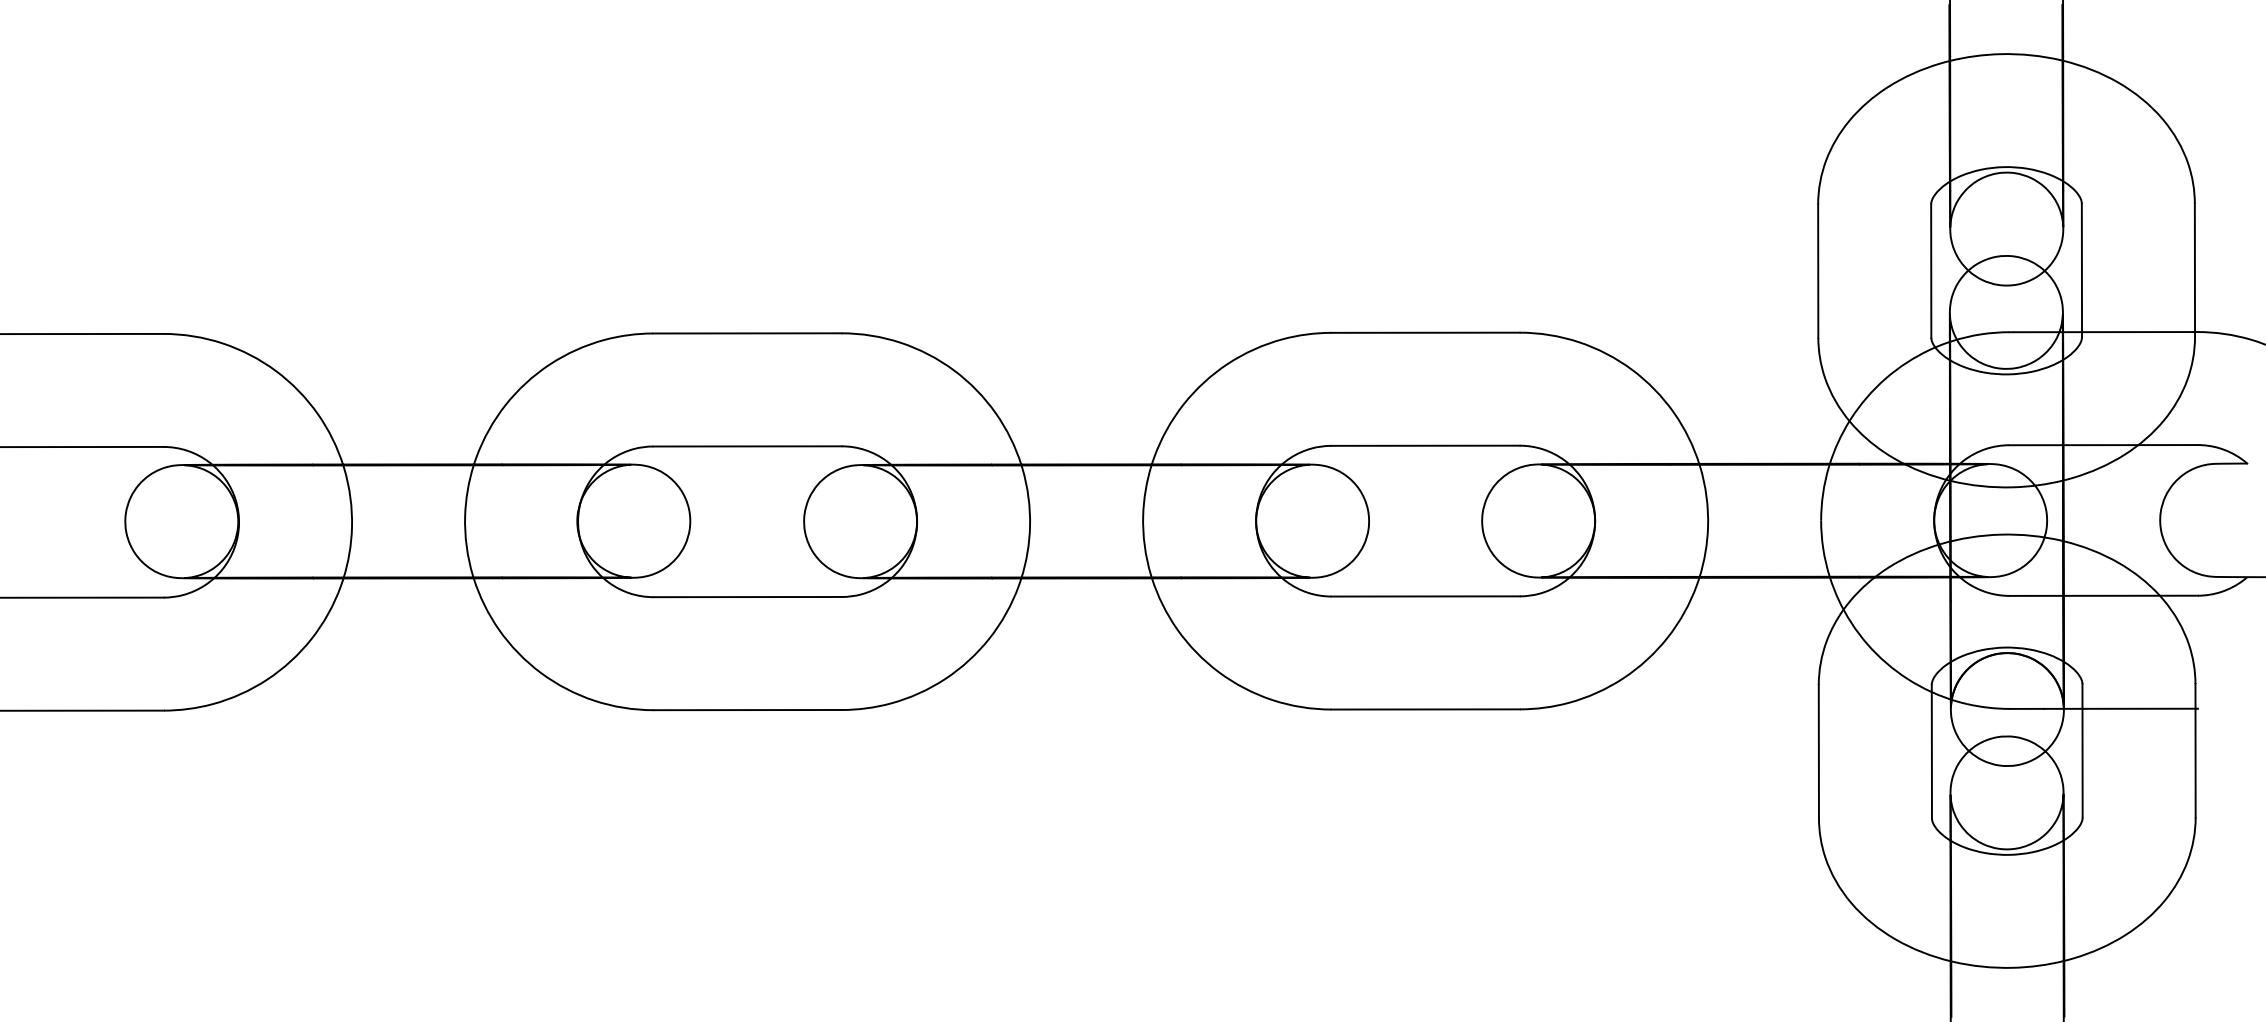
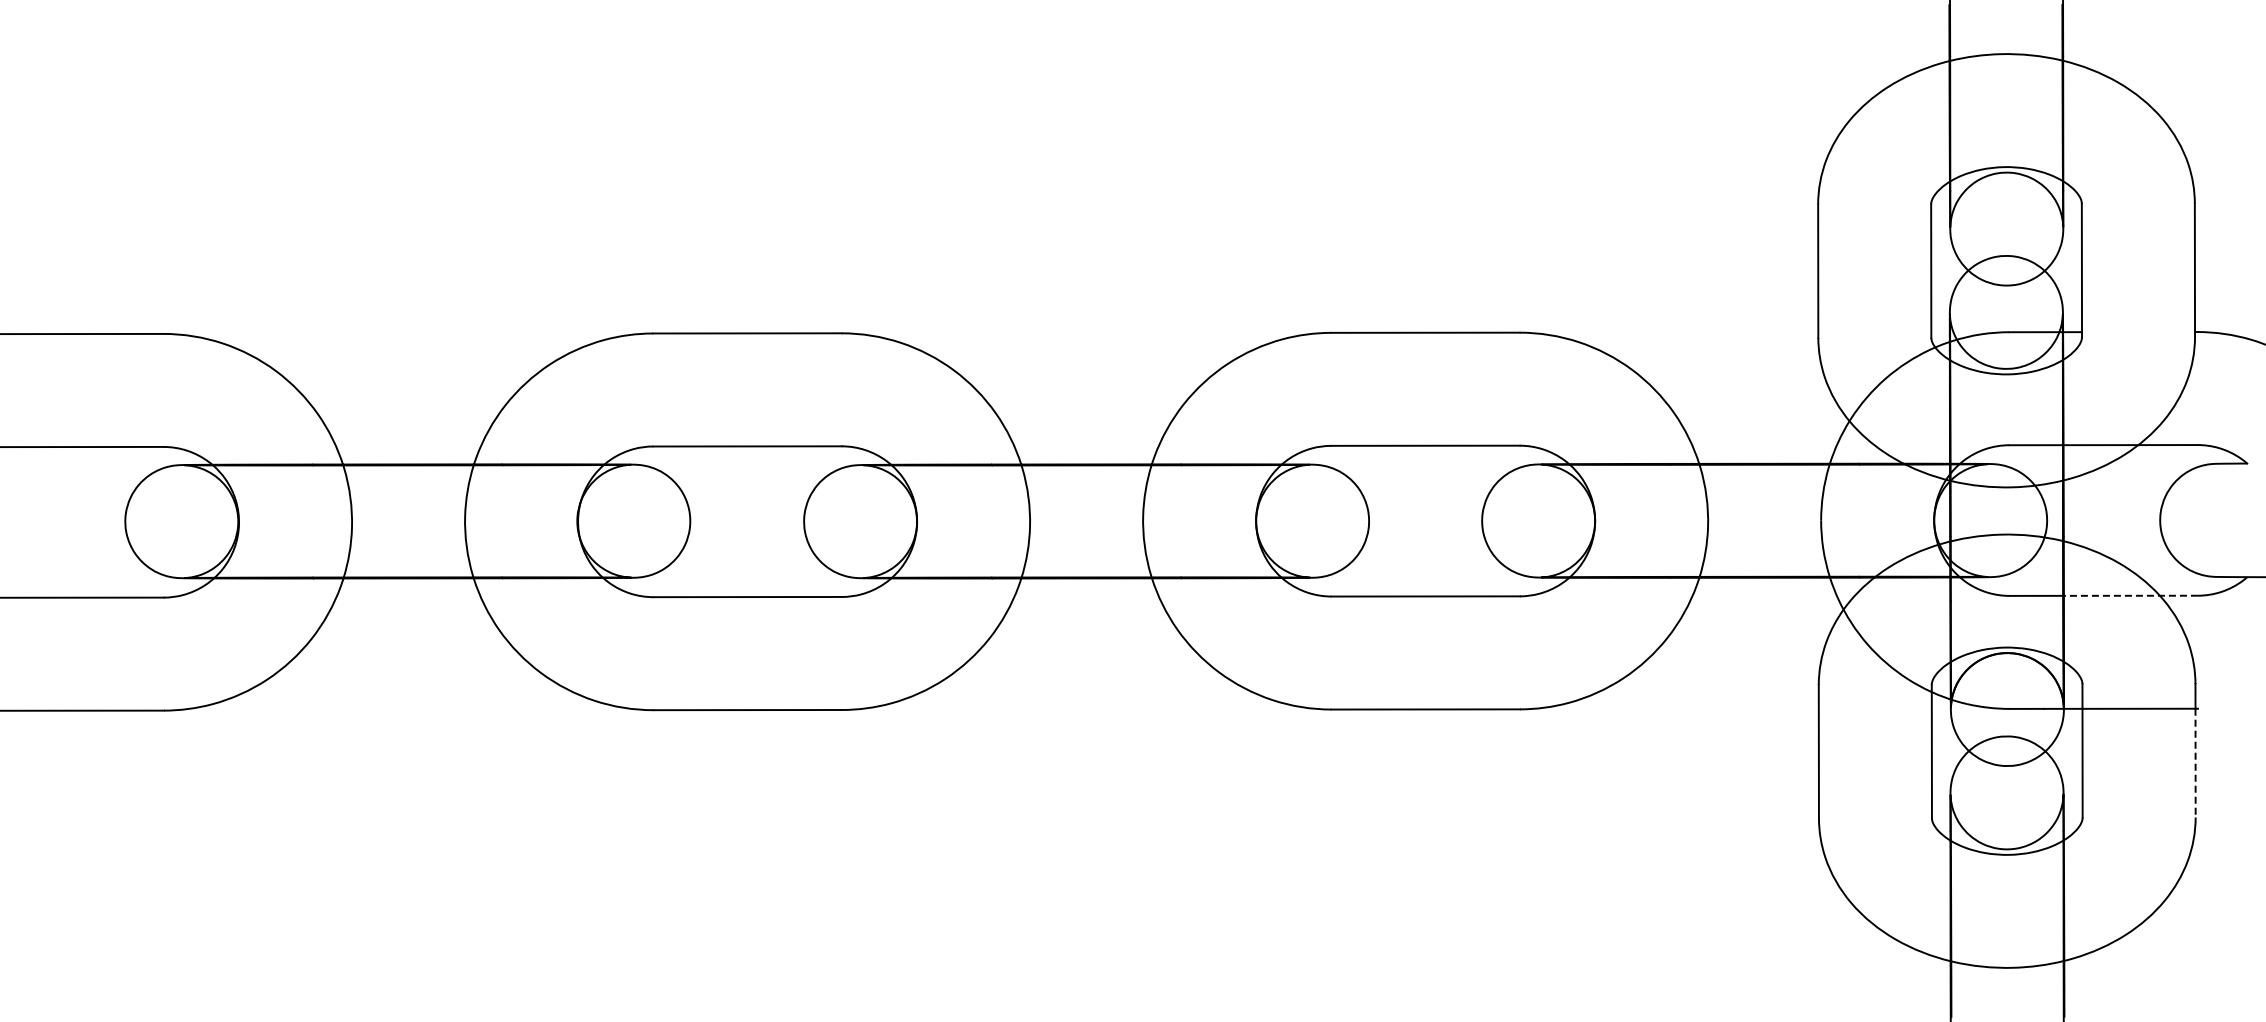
line at (2138, 332): present -> none
line at (2130, 595): solid -> dashed
line at (2195, 763): solid -> dashed
